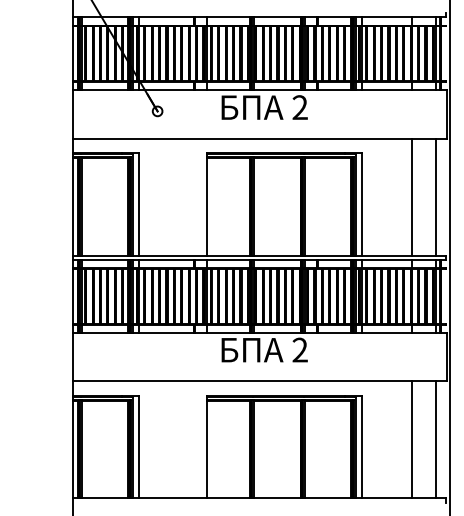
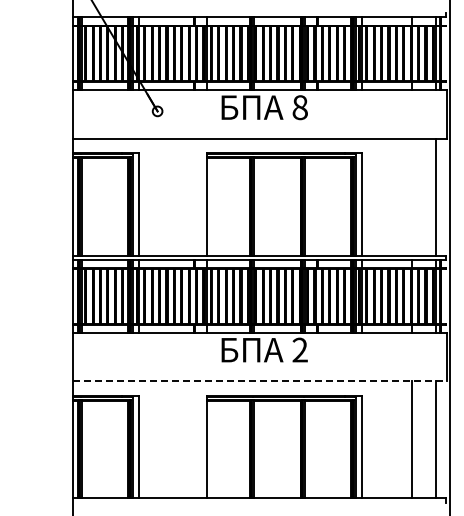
text at (299, 107): 2 -> 8
line at (412, 196): present -> none
line at (260, 381): solid -> dashed
